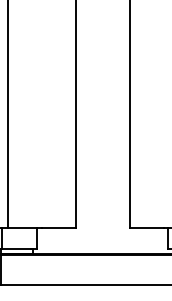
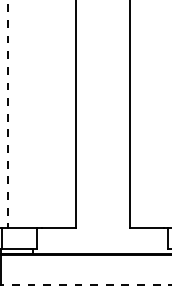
line at (8, 114): solid -> dashed
line at (85, 285): solid -> dashed
